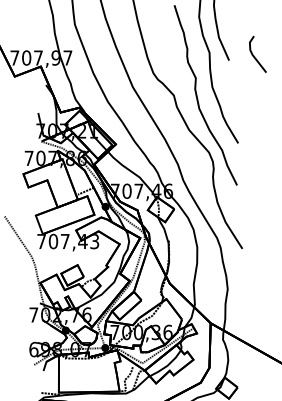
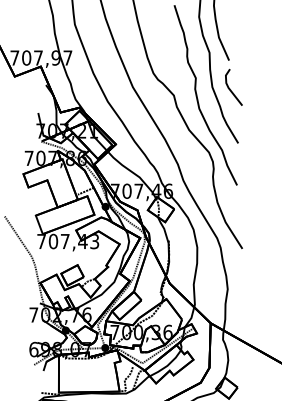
line at (254, 55) position: (254, 55) -> (230, 88)
